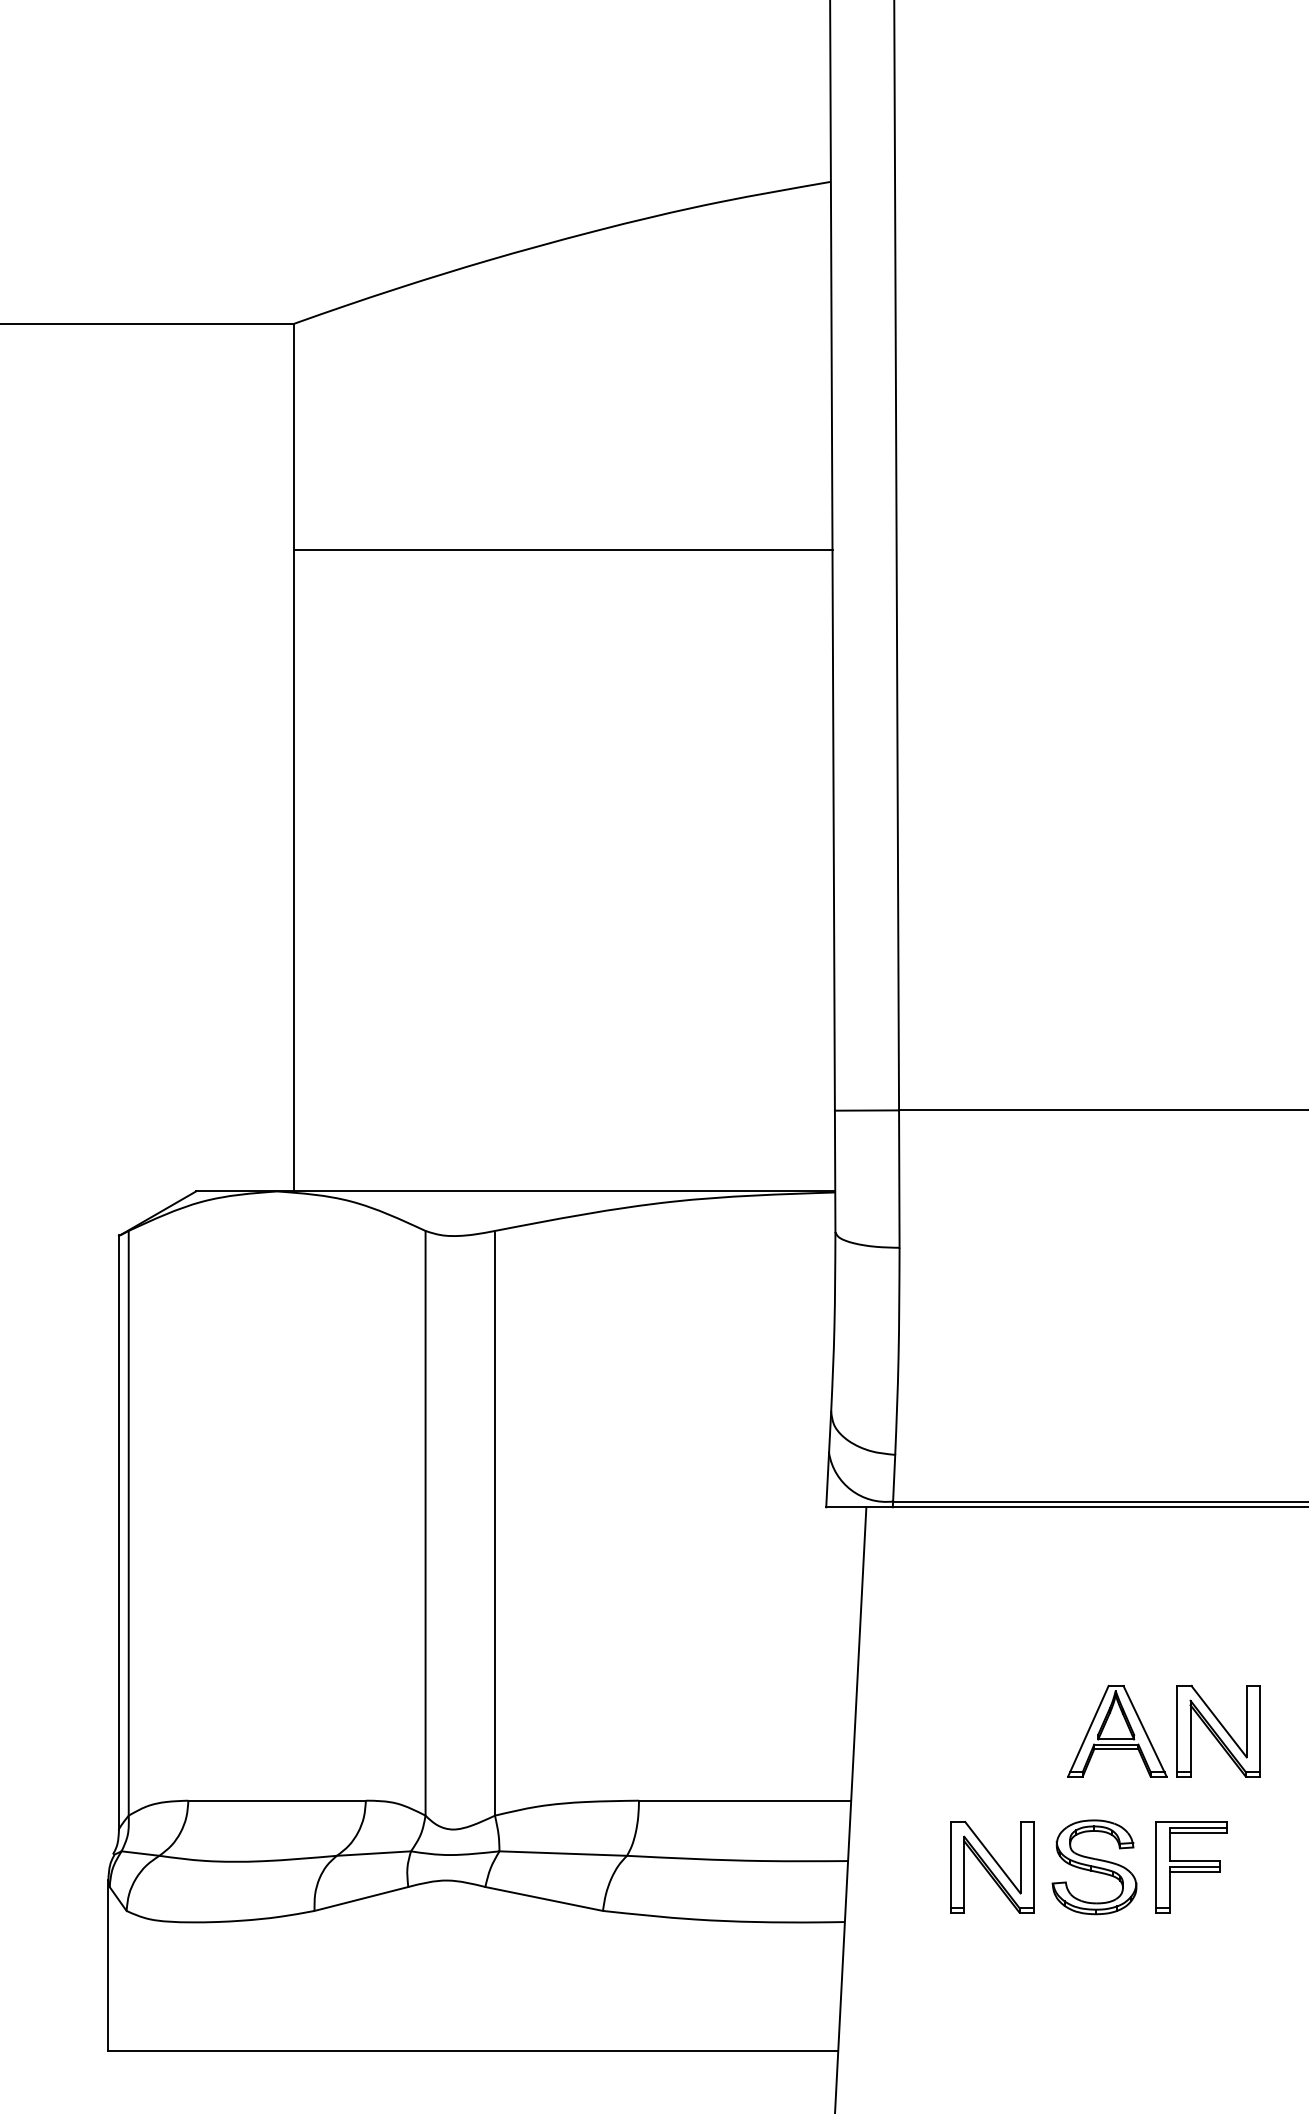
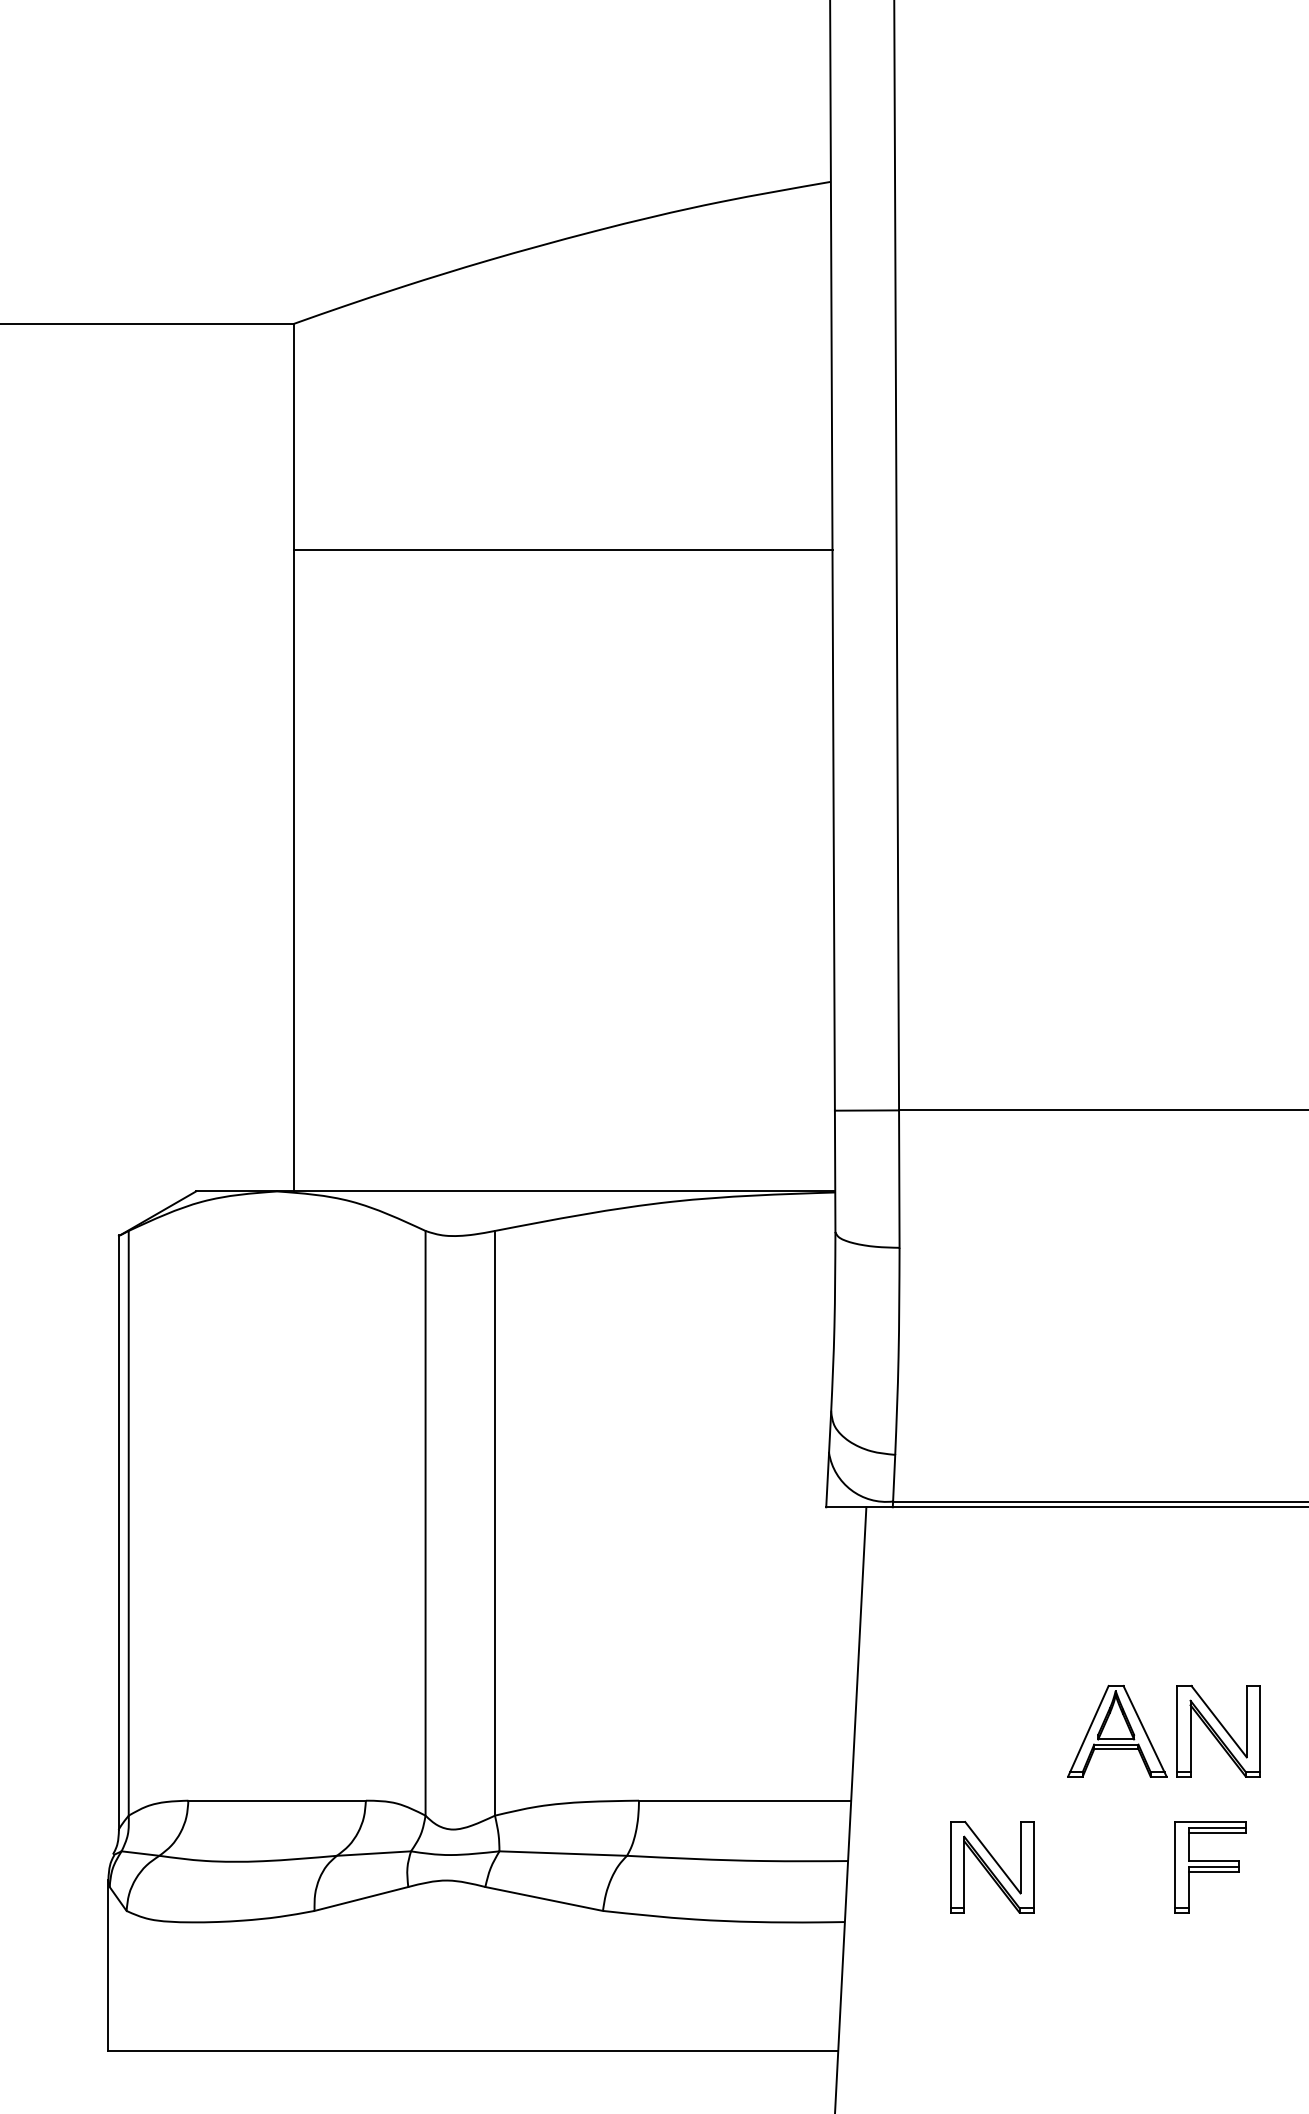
part at (1094, 1867): present -> none
part at (1191, 1867) position: (1191, 1867) -> (1210, 1867)
